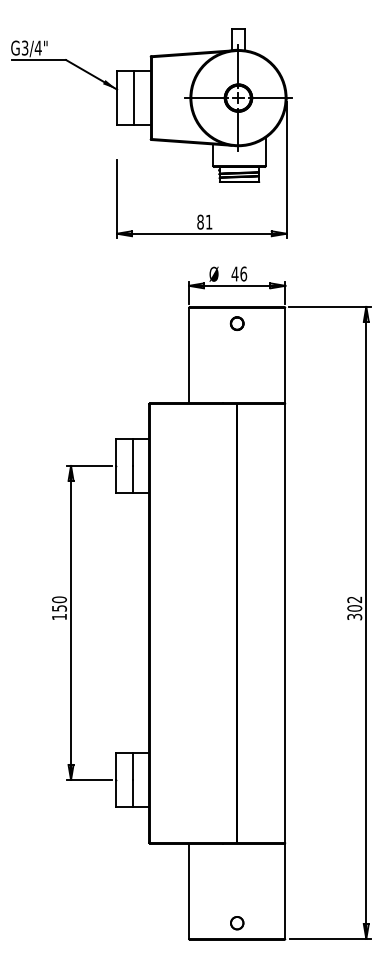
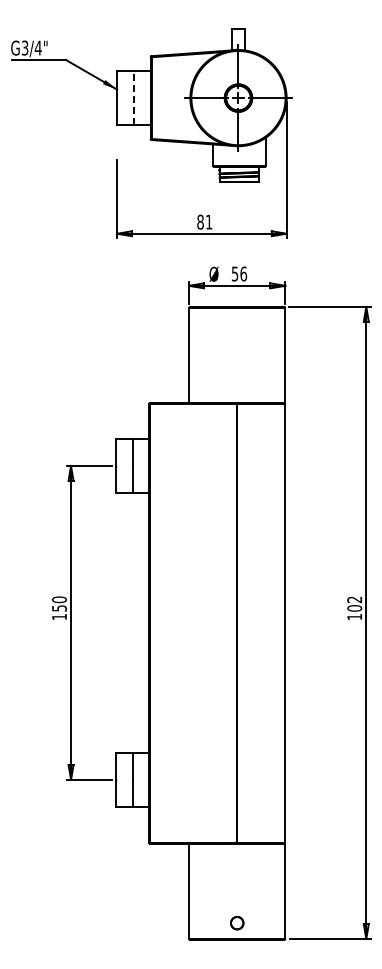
line at (133, 98): solid -> dashed
text at (234, 273): 46 -> 56
part at (236, 323): present -> none
text at (354, 616): 302 -> 102
